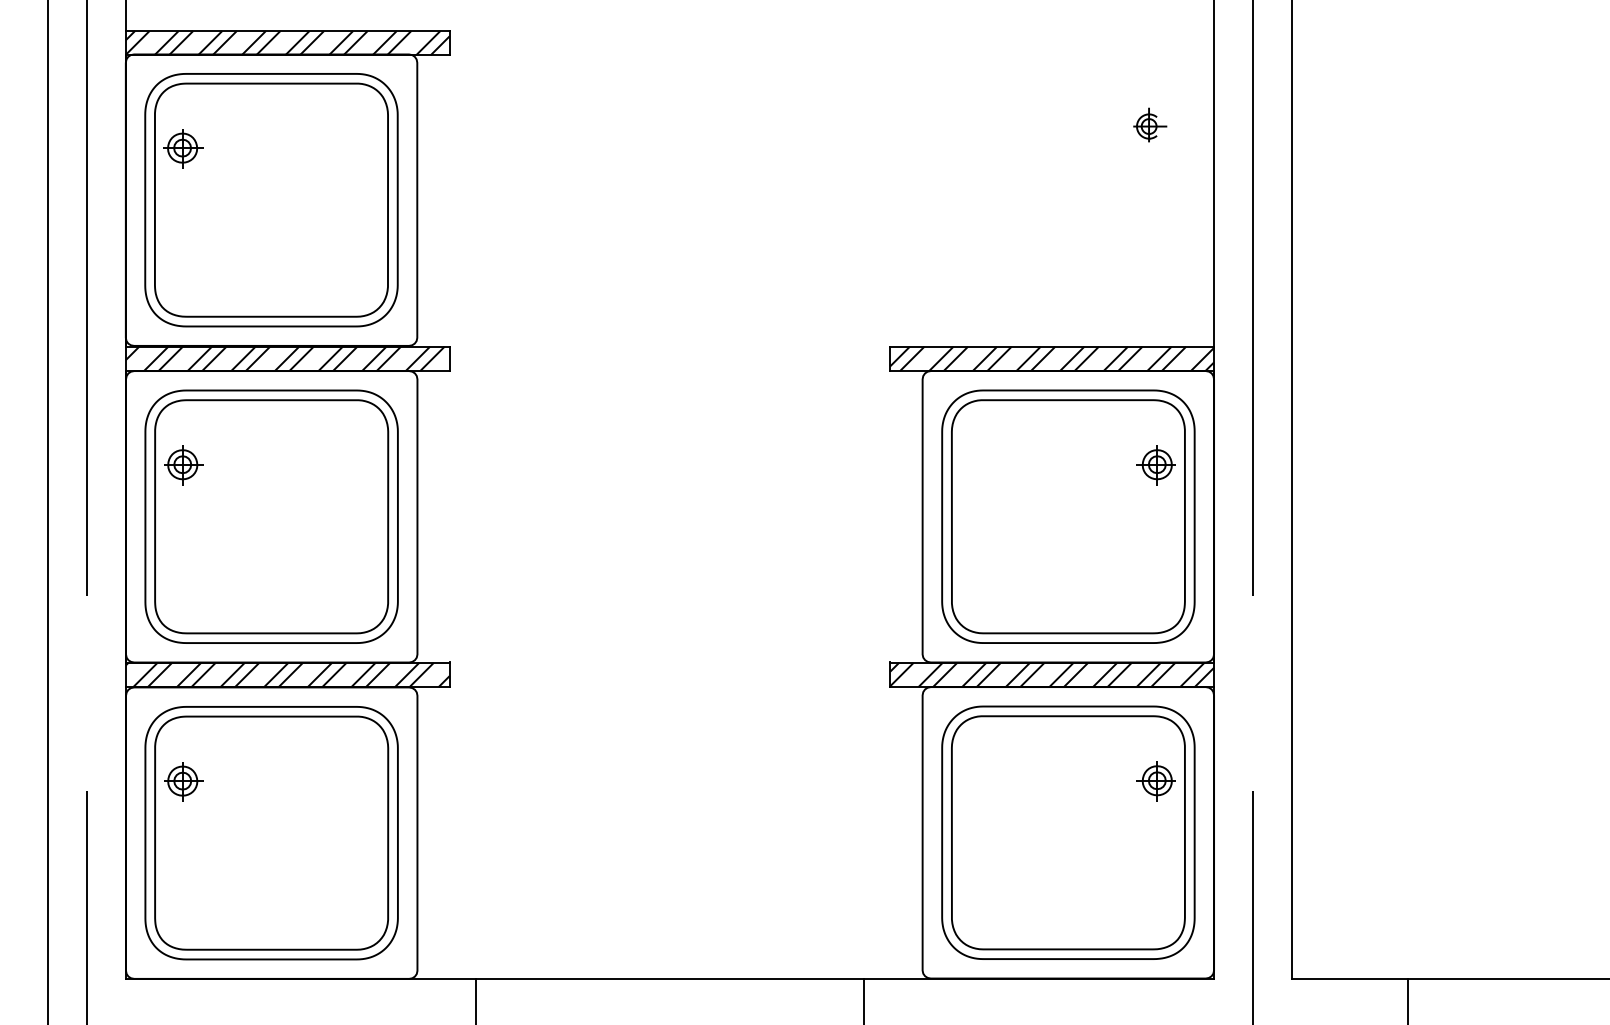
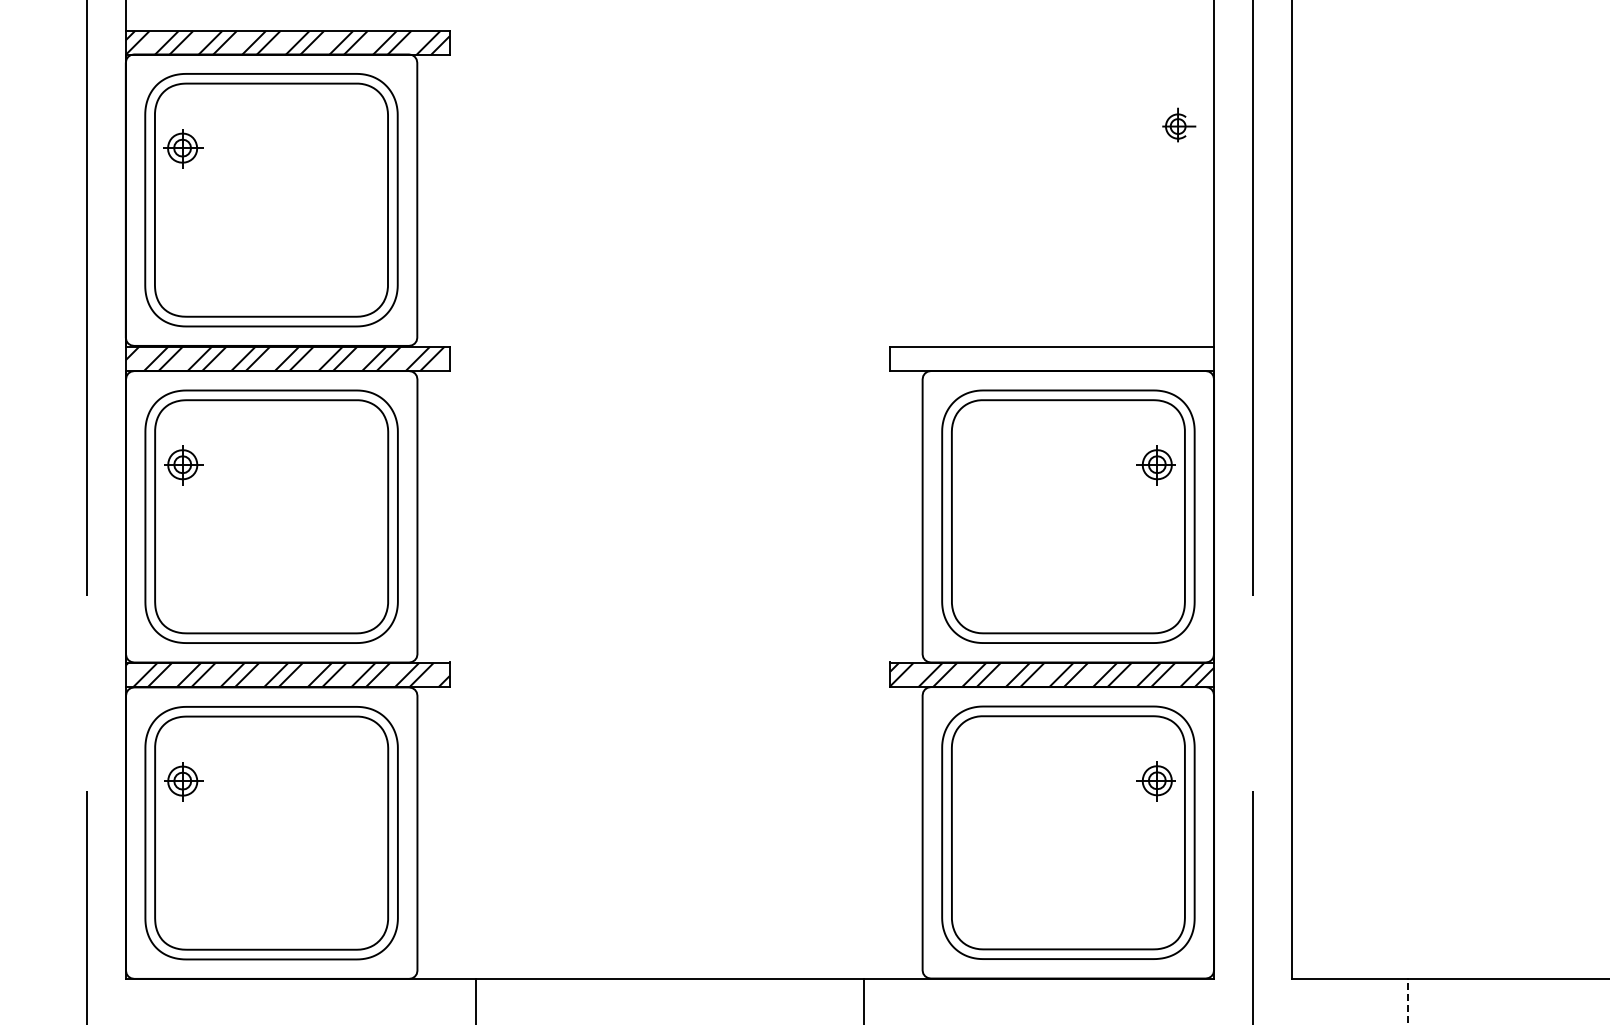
part at (1150, 124) position: (1150, 124) -> (1179, 124)
hatch at (1052, 358): present -> none
line at (48, 511): present -> none
line at (1408, 1001): solid -> dashed
